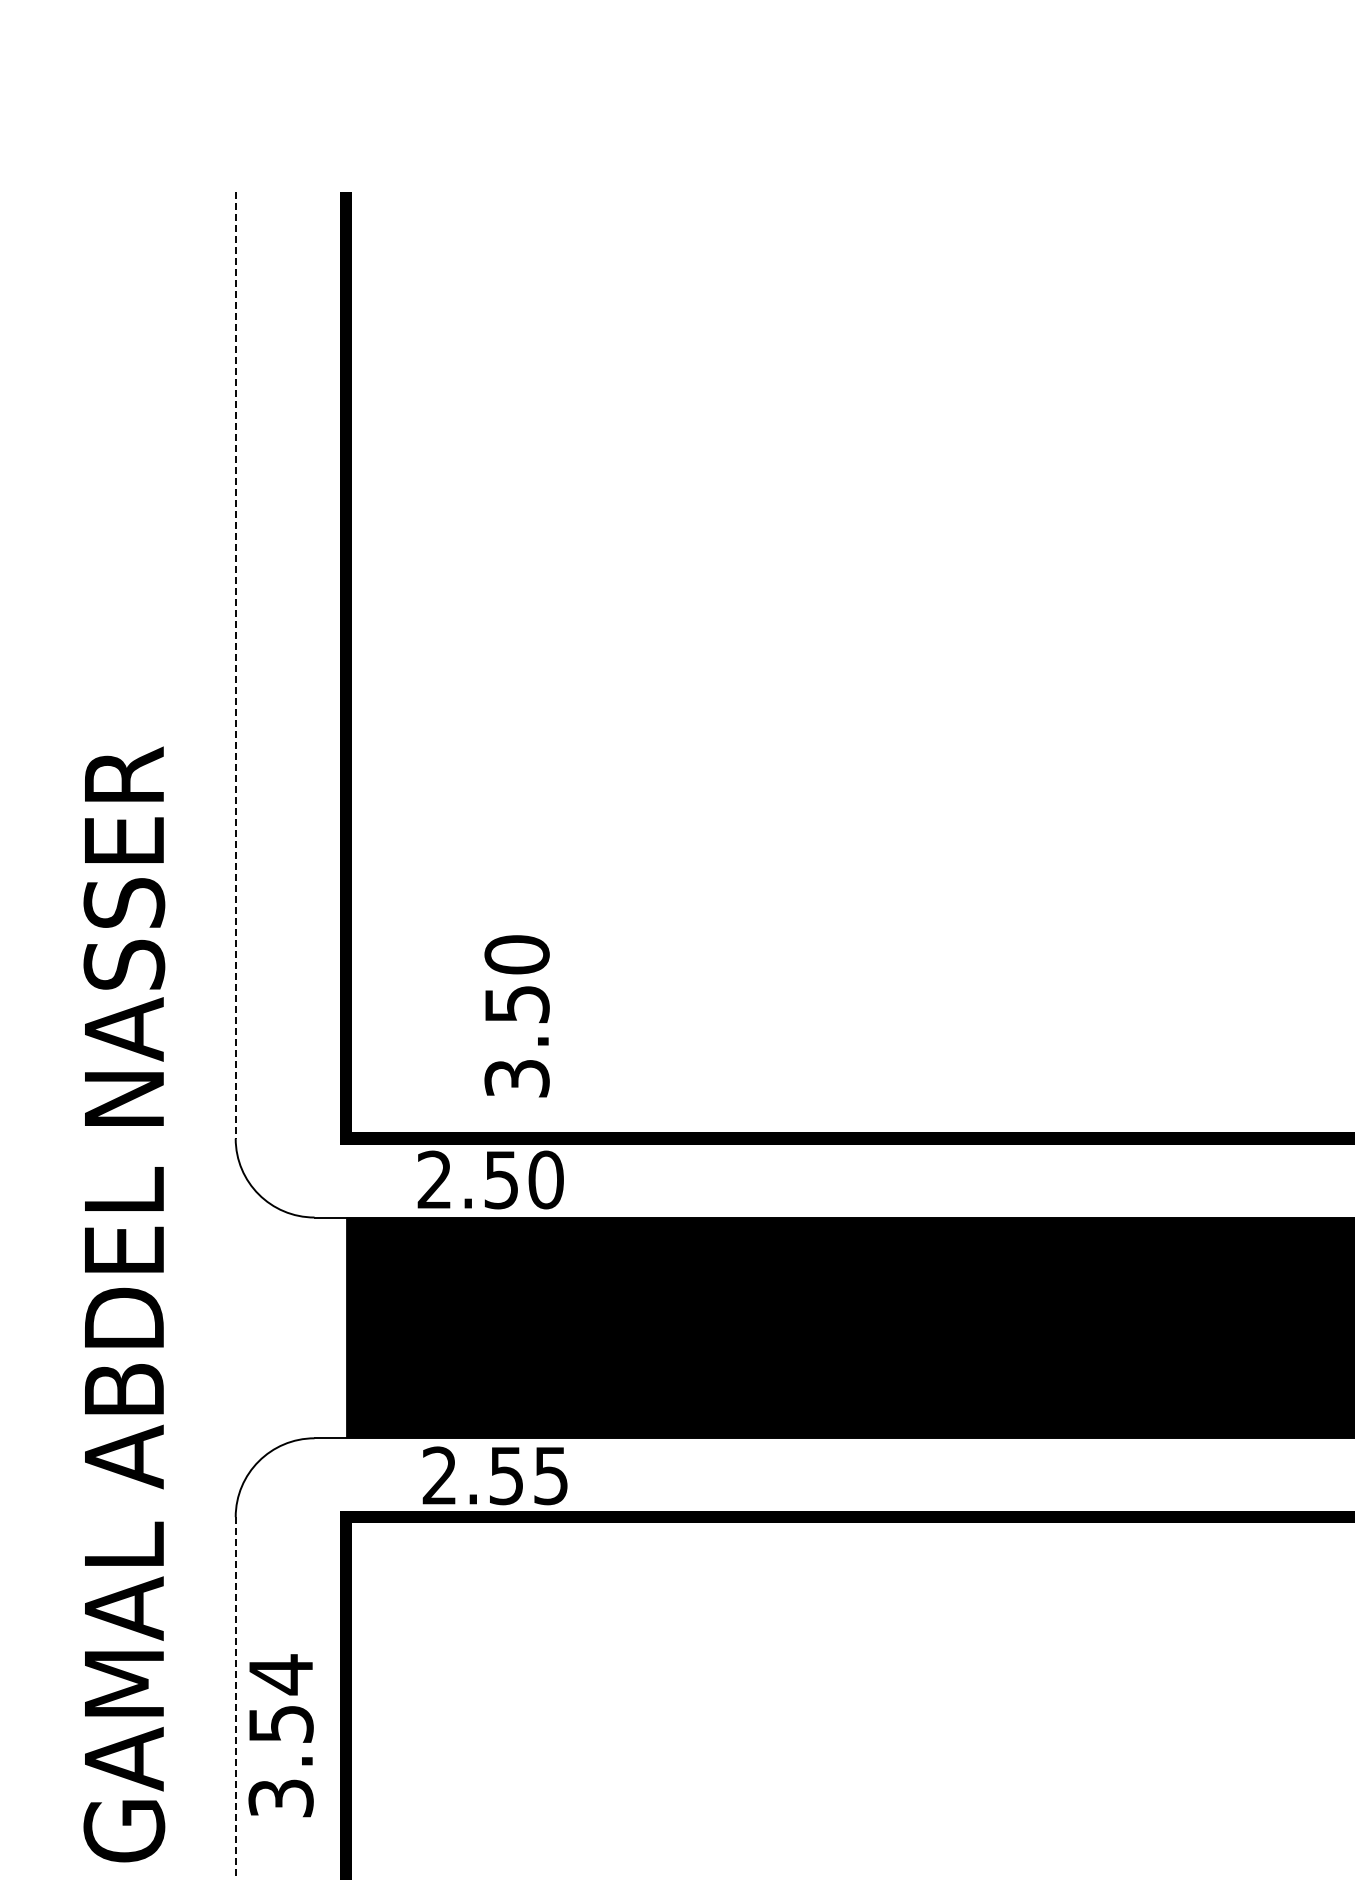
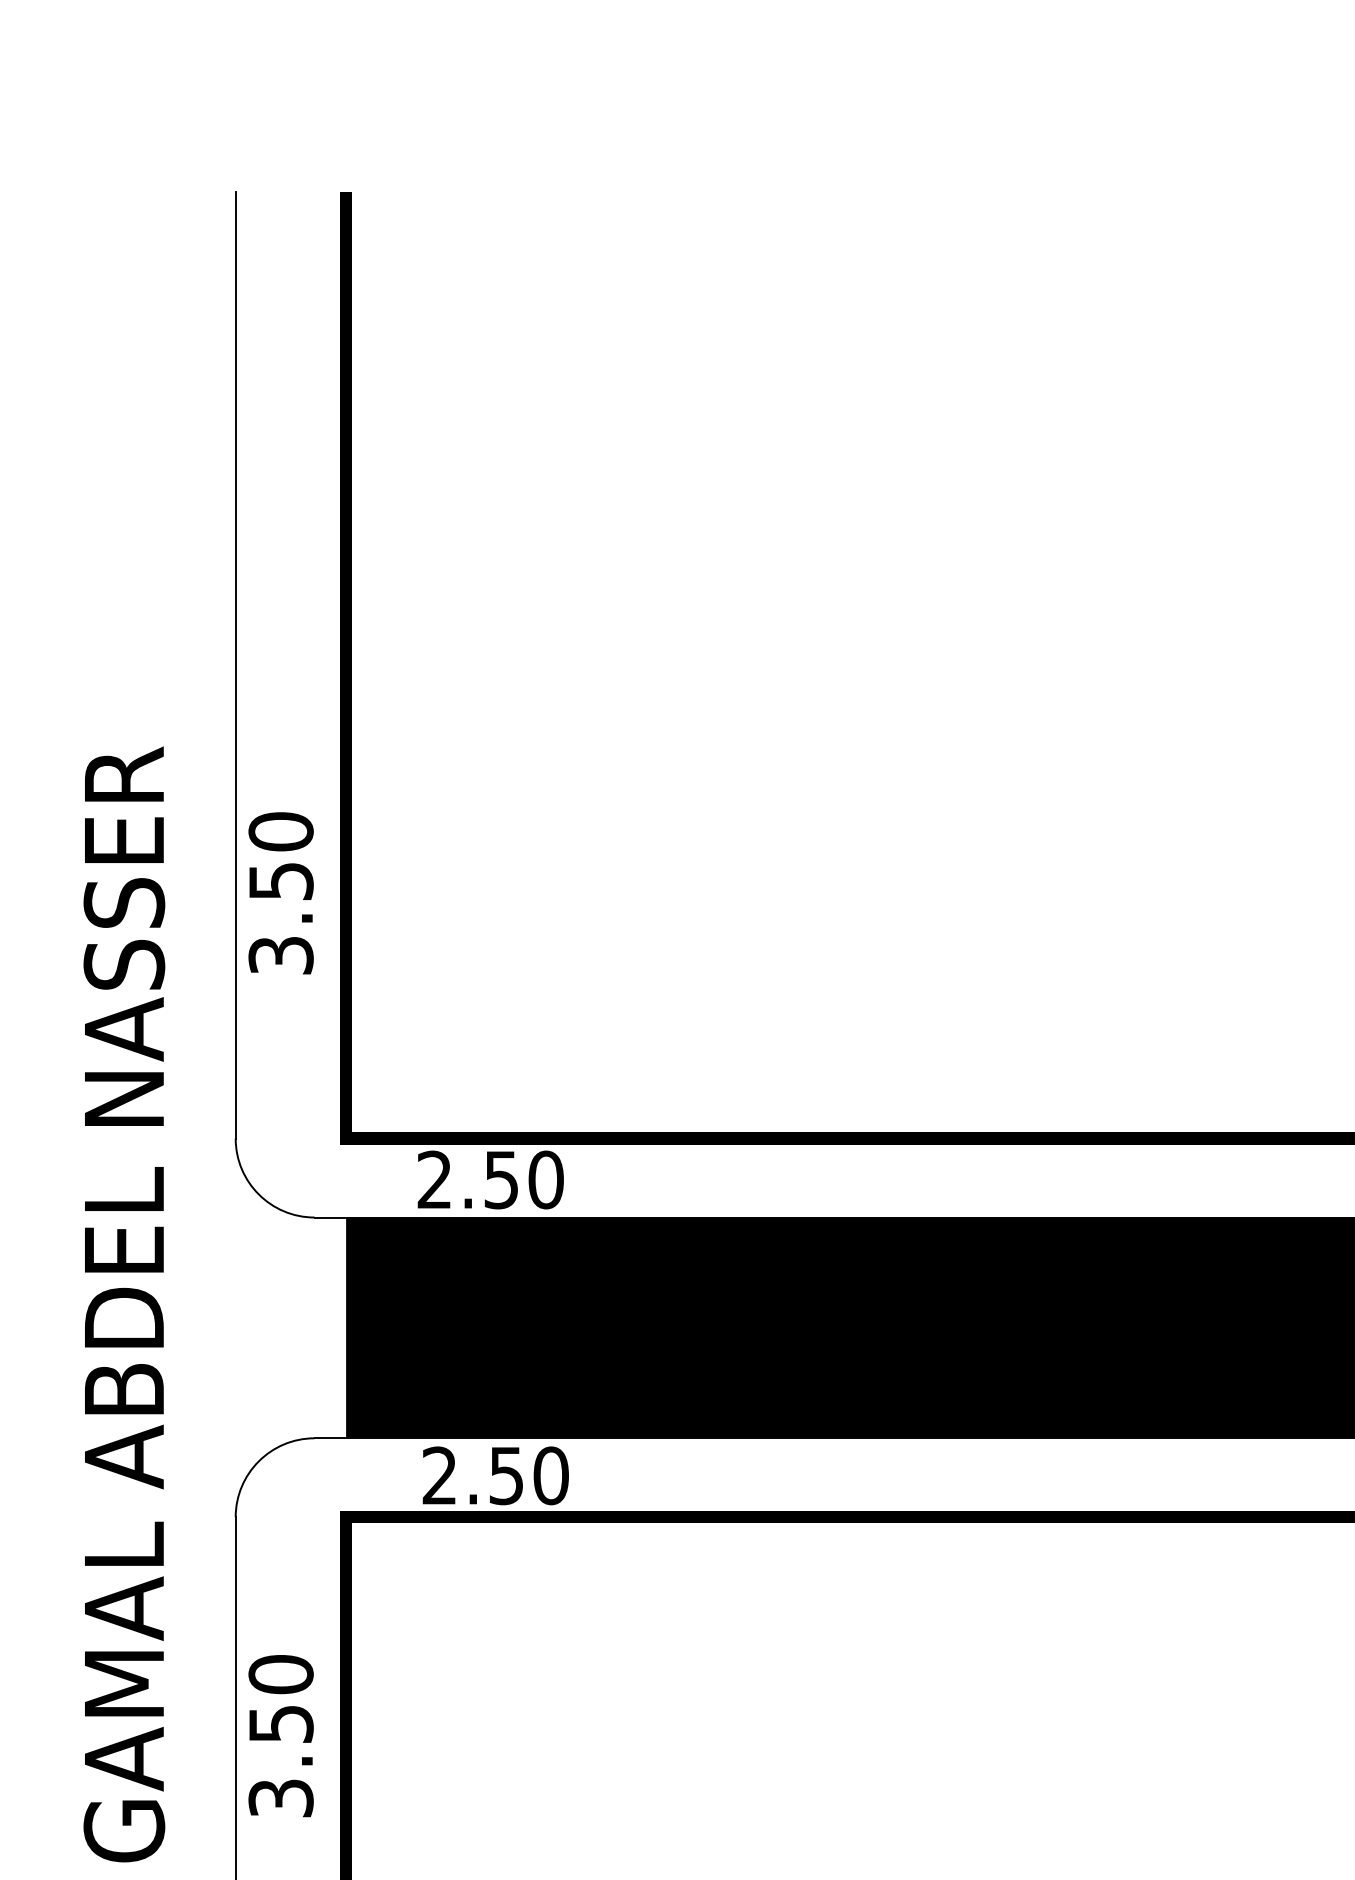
line at (235, 666): dashed -> solid
text at (516, 1016) position: (516, 1016) -> (280, 893)
text at (550, 1475): 2.55 -> 2.50
text at (280, 1674): 3.54 -> 3.50
line at (235, 1699): dashed -> solid
